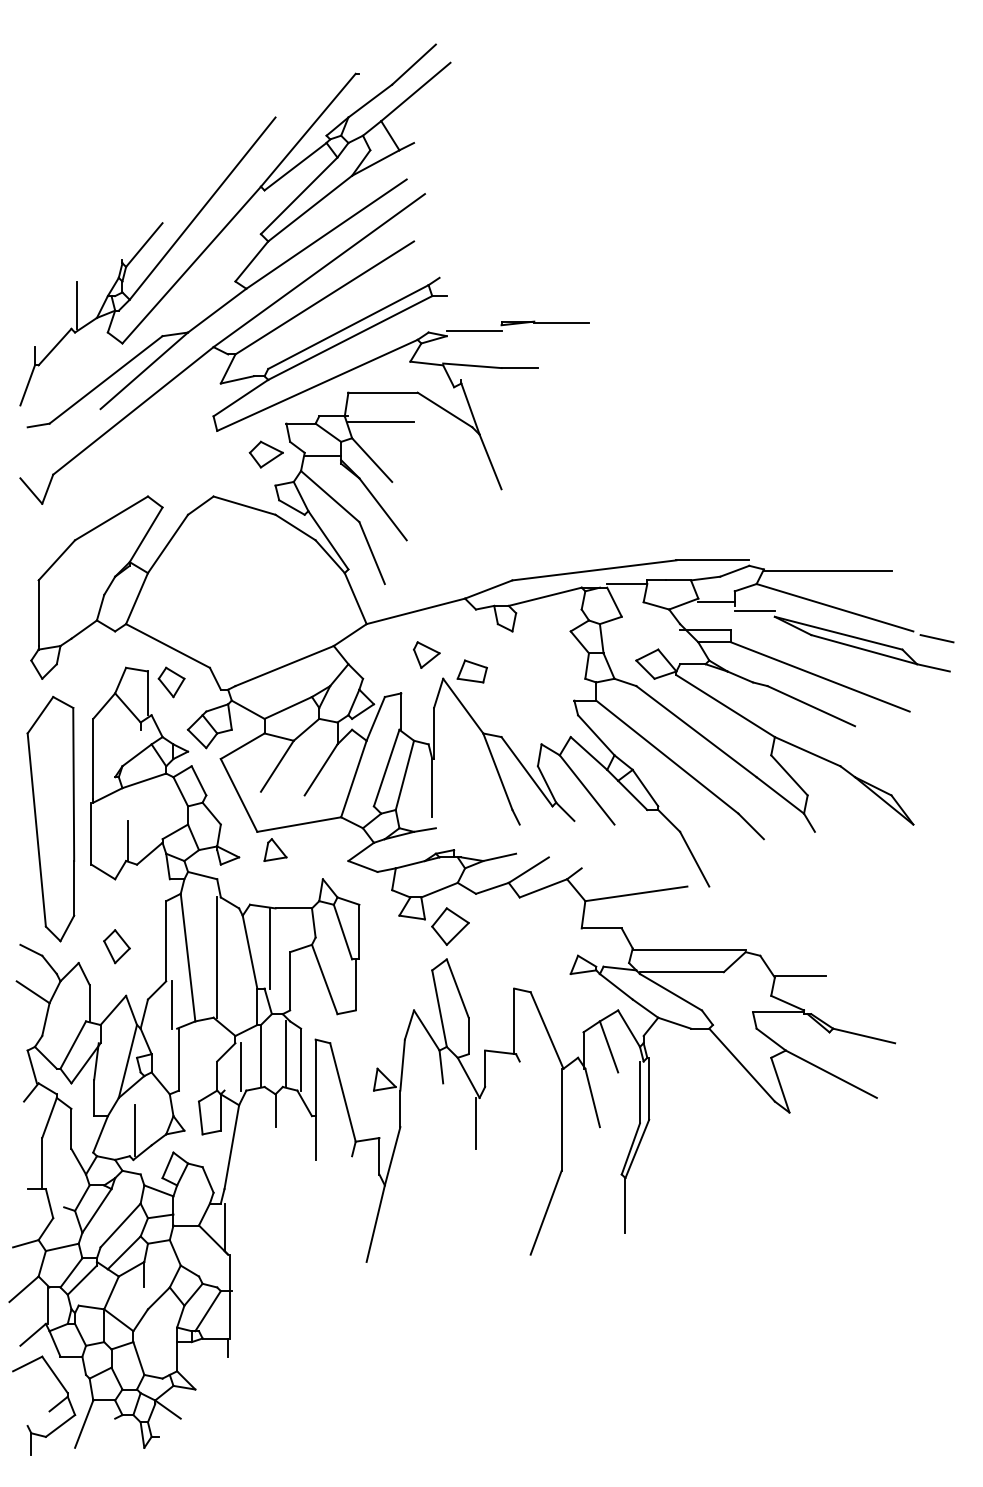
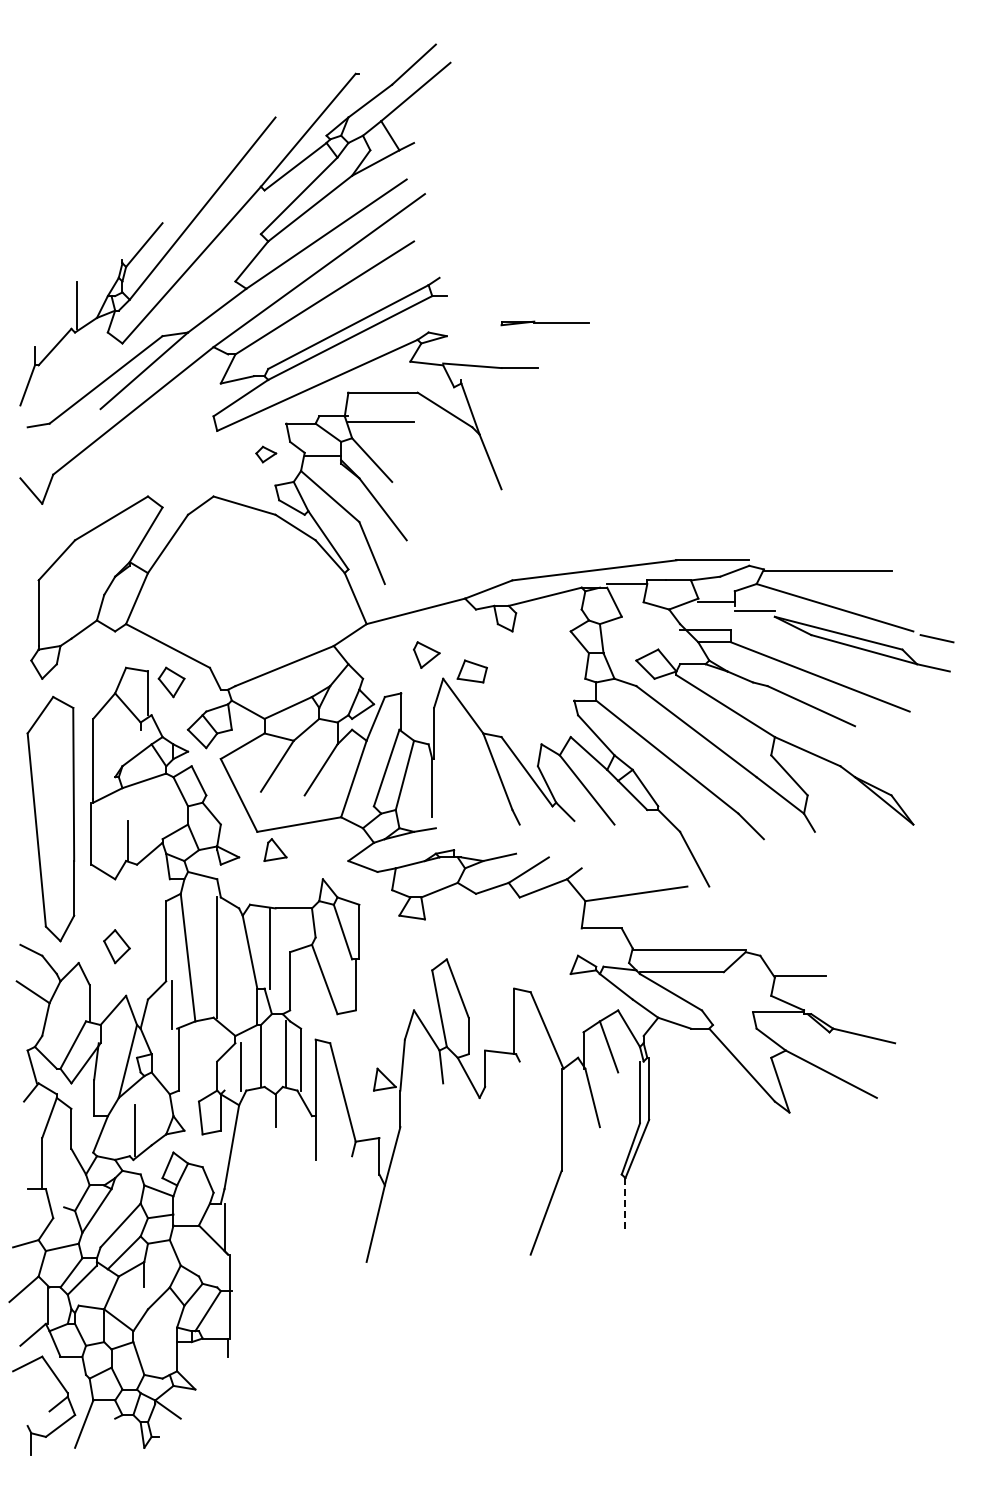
line at (473, 330): present -> none
part at (265, 454) size: 36x29 px -> 23x19 px
part at (450, 926): present -> none
line at (475, 1122): present -> none
line at (625, 1205): solid -> dashed
